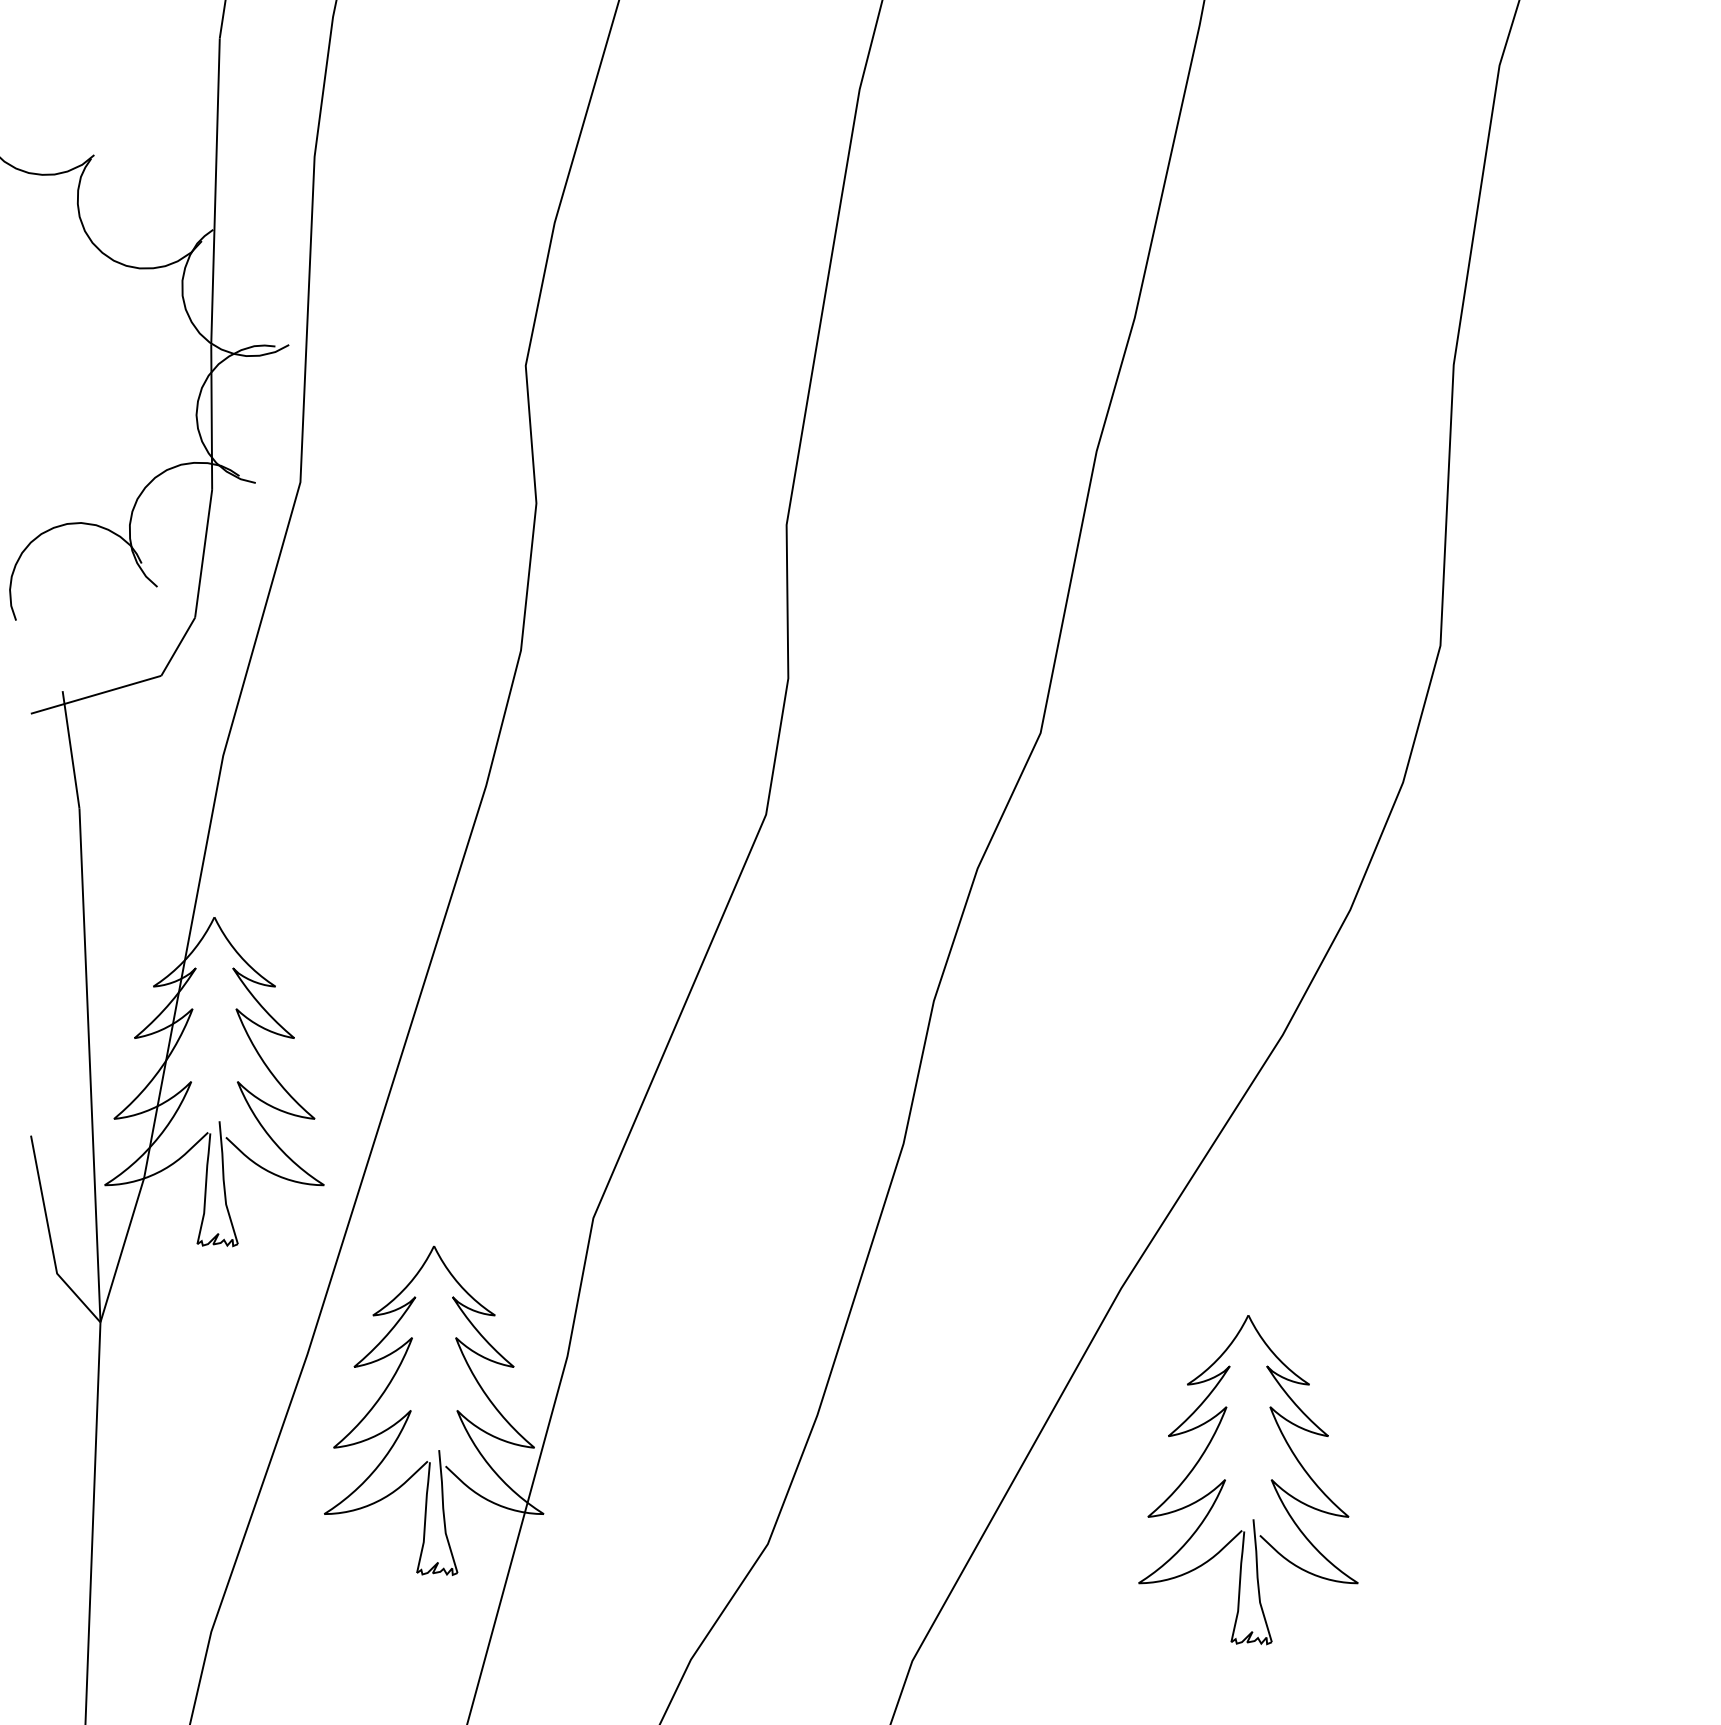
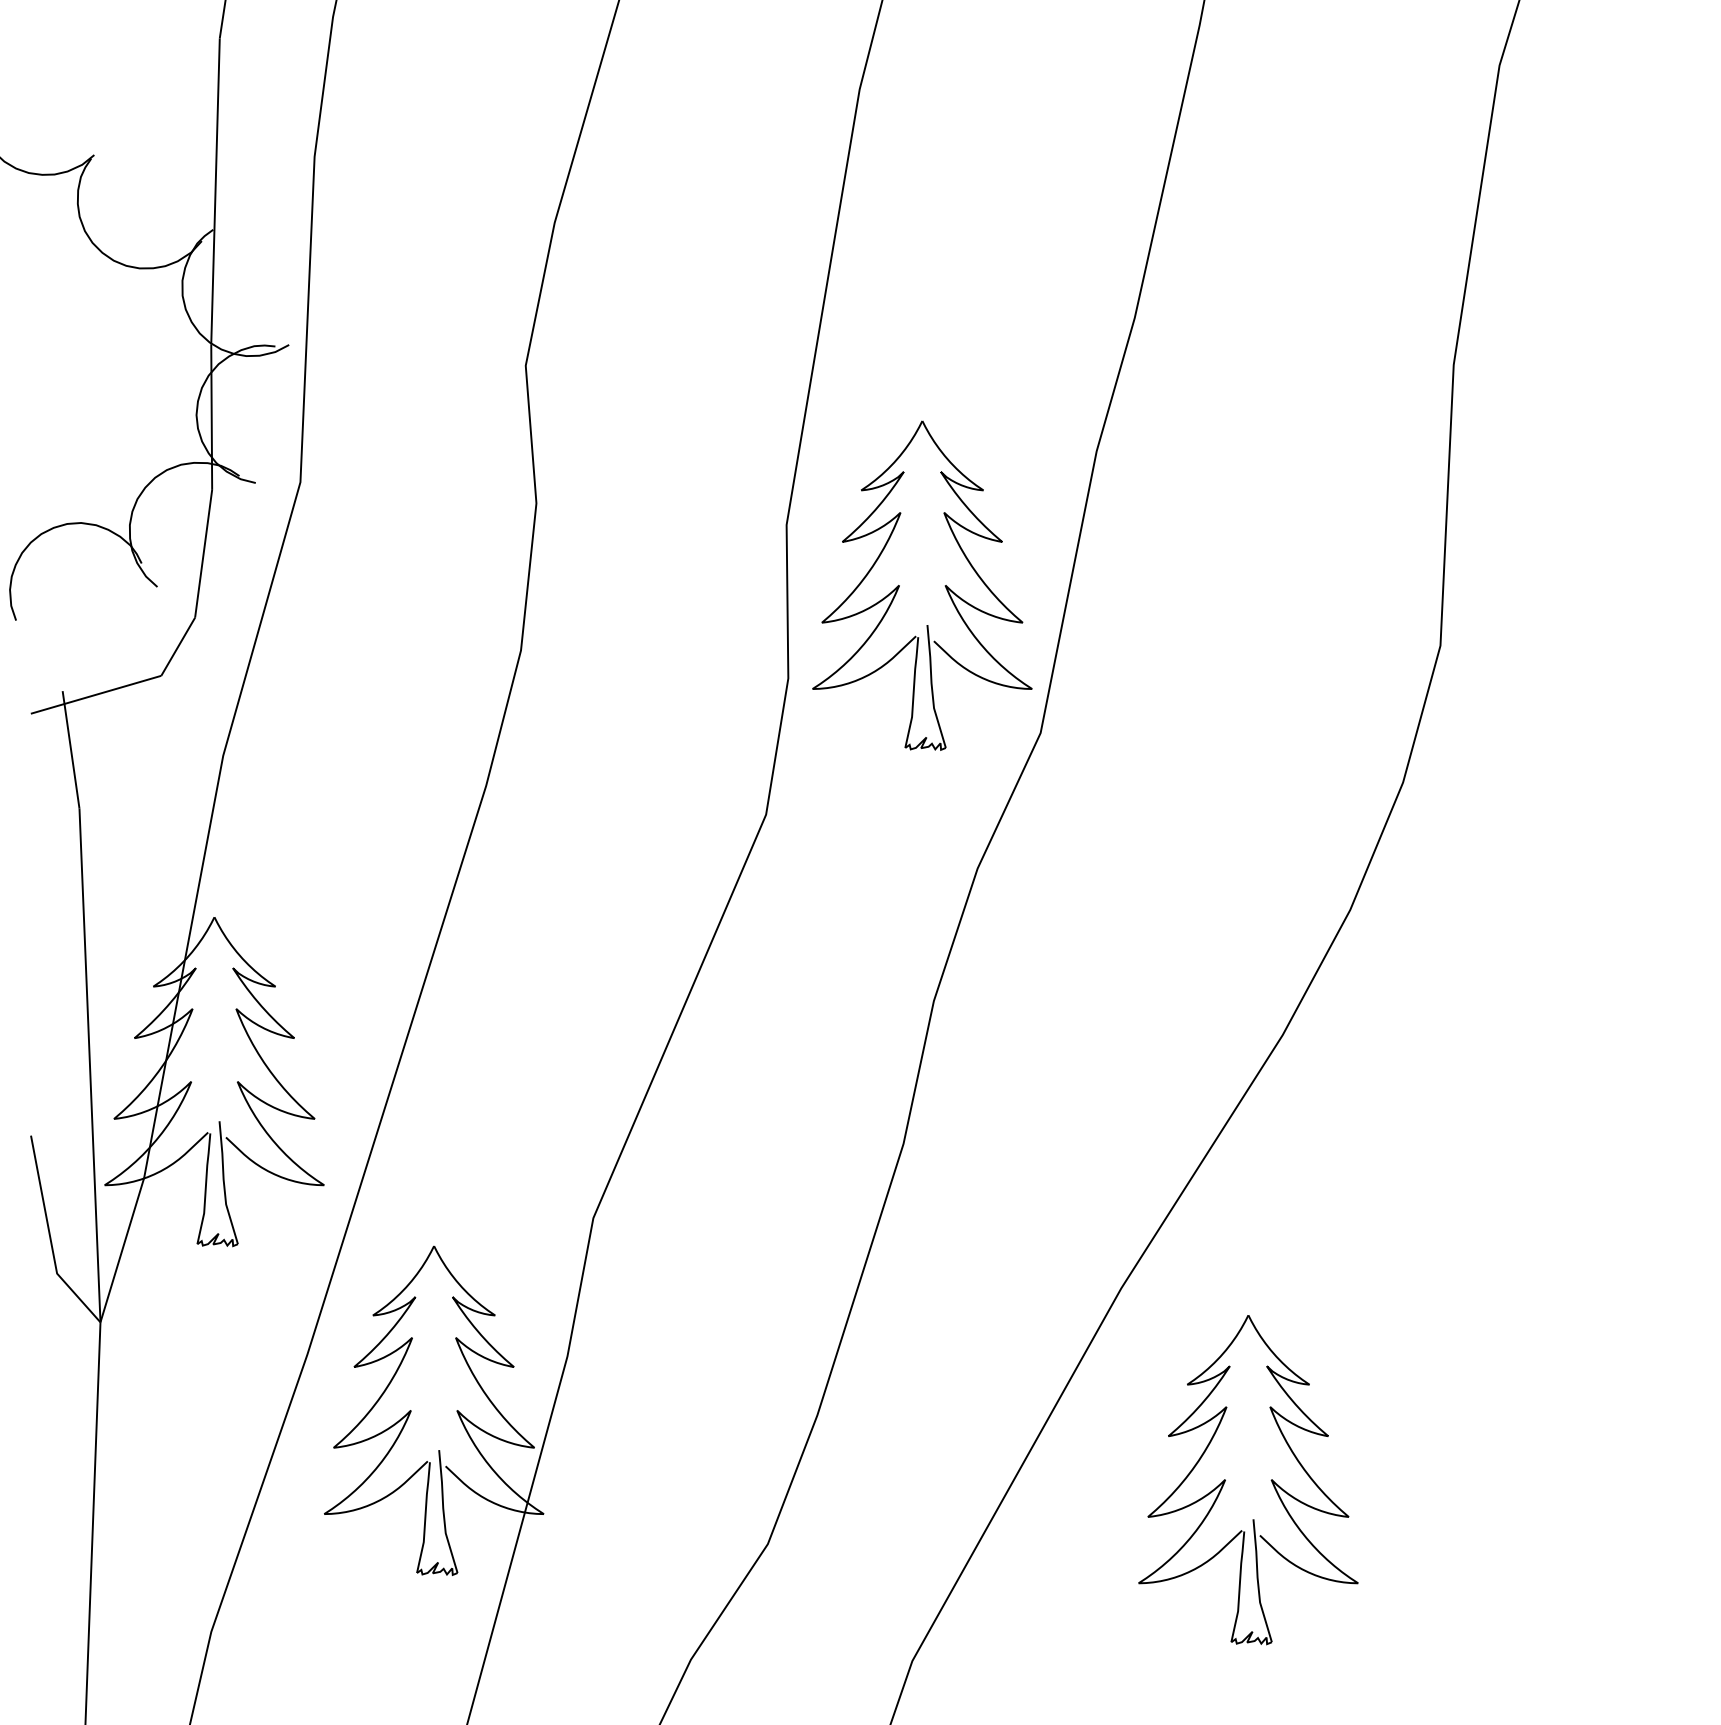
part at (944, 585): none -> present
